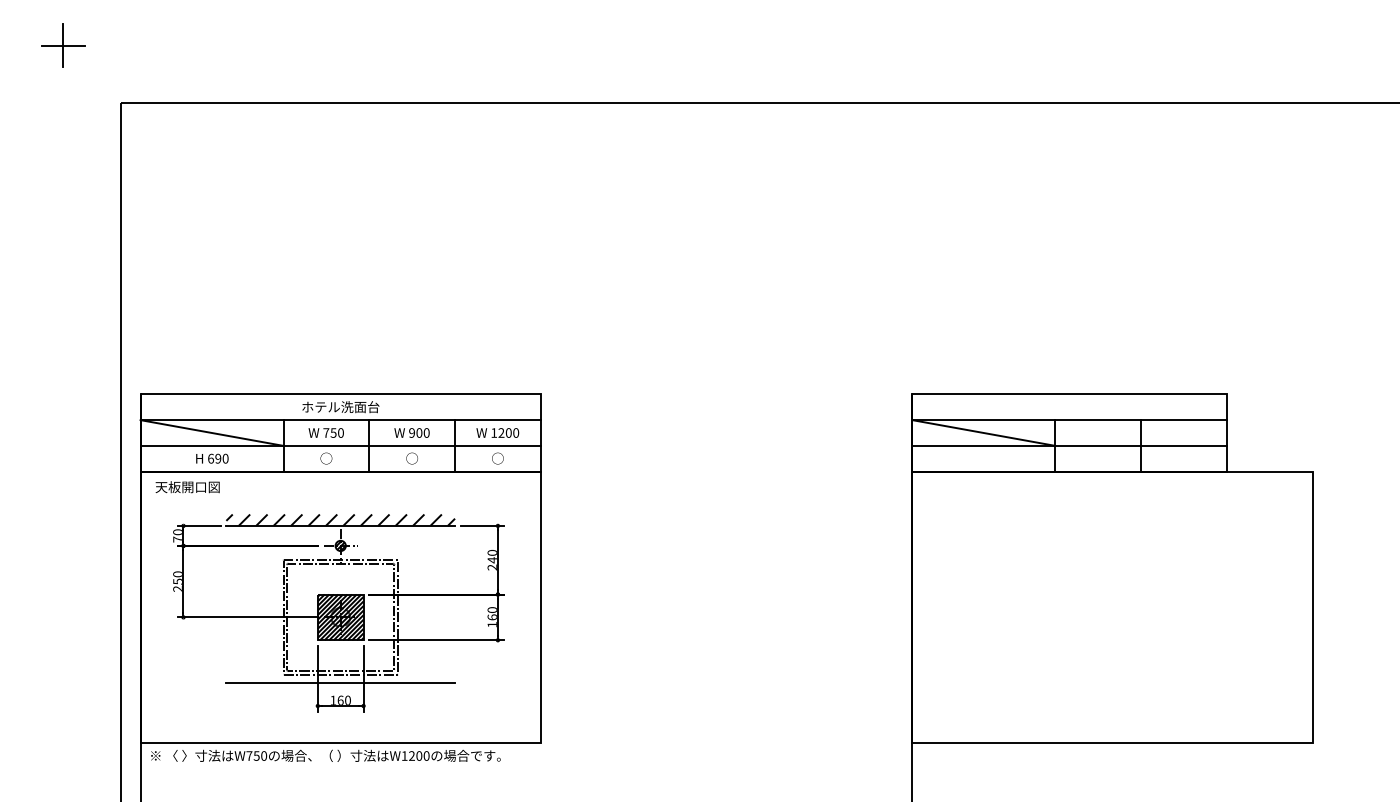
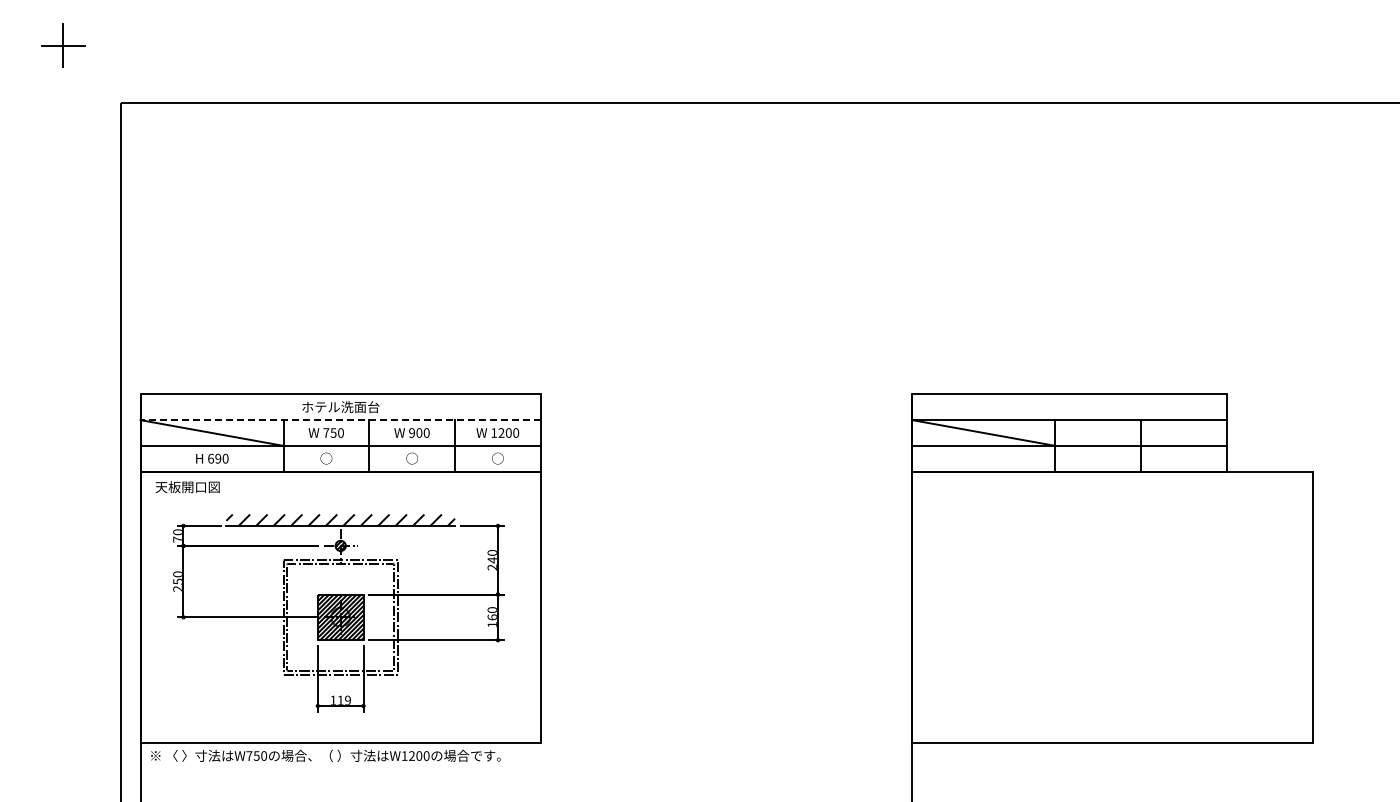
line at (340, 420): solid -> dashed
line at (340, 683): present -> none
text at (343, 699): 160 -> 119
